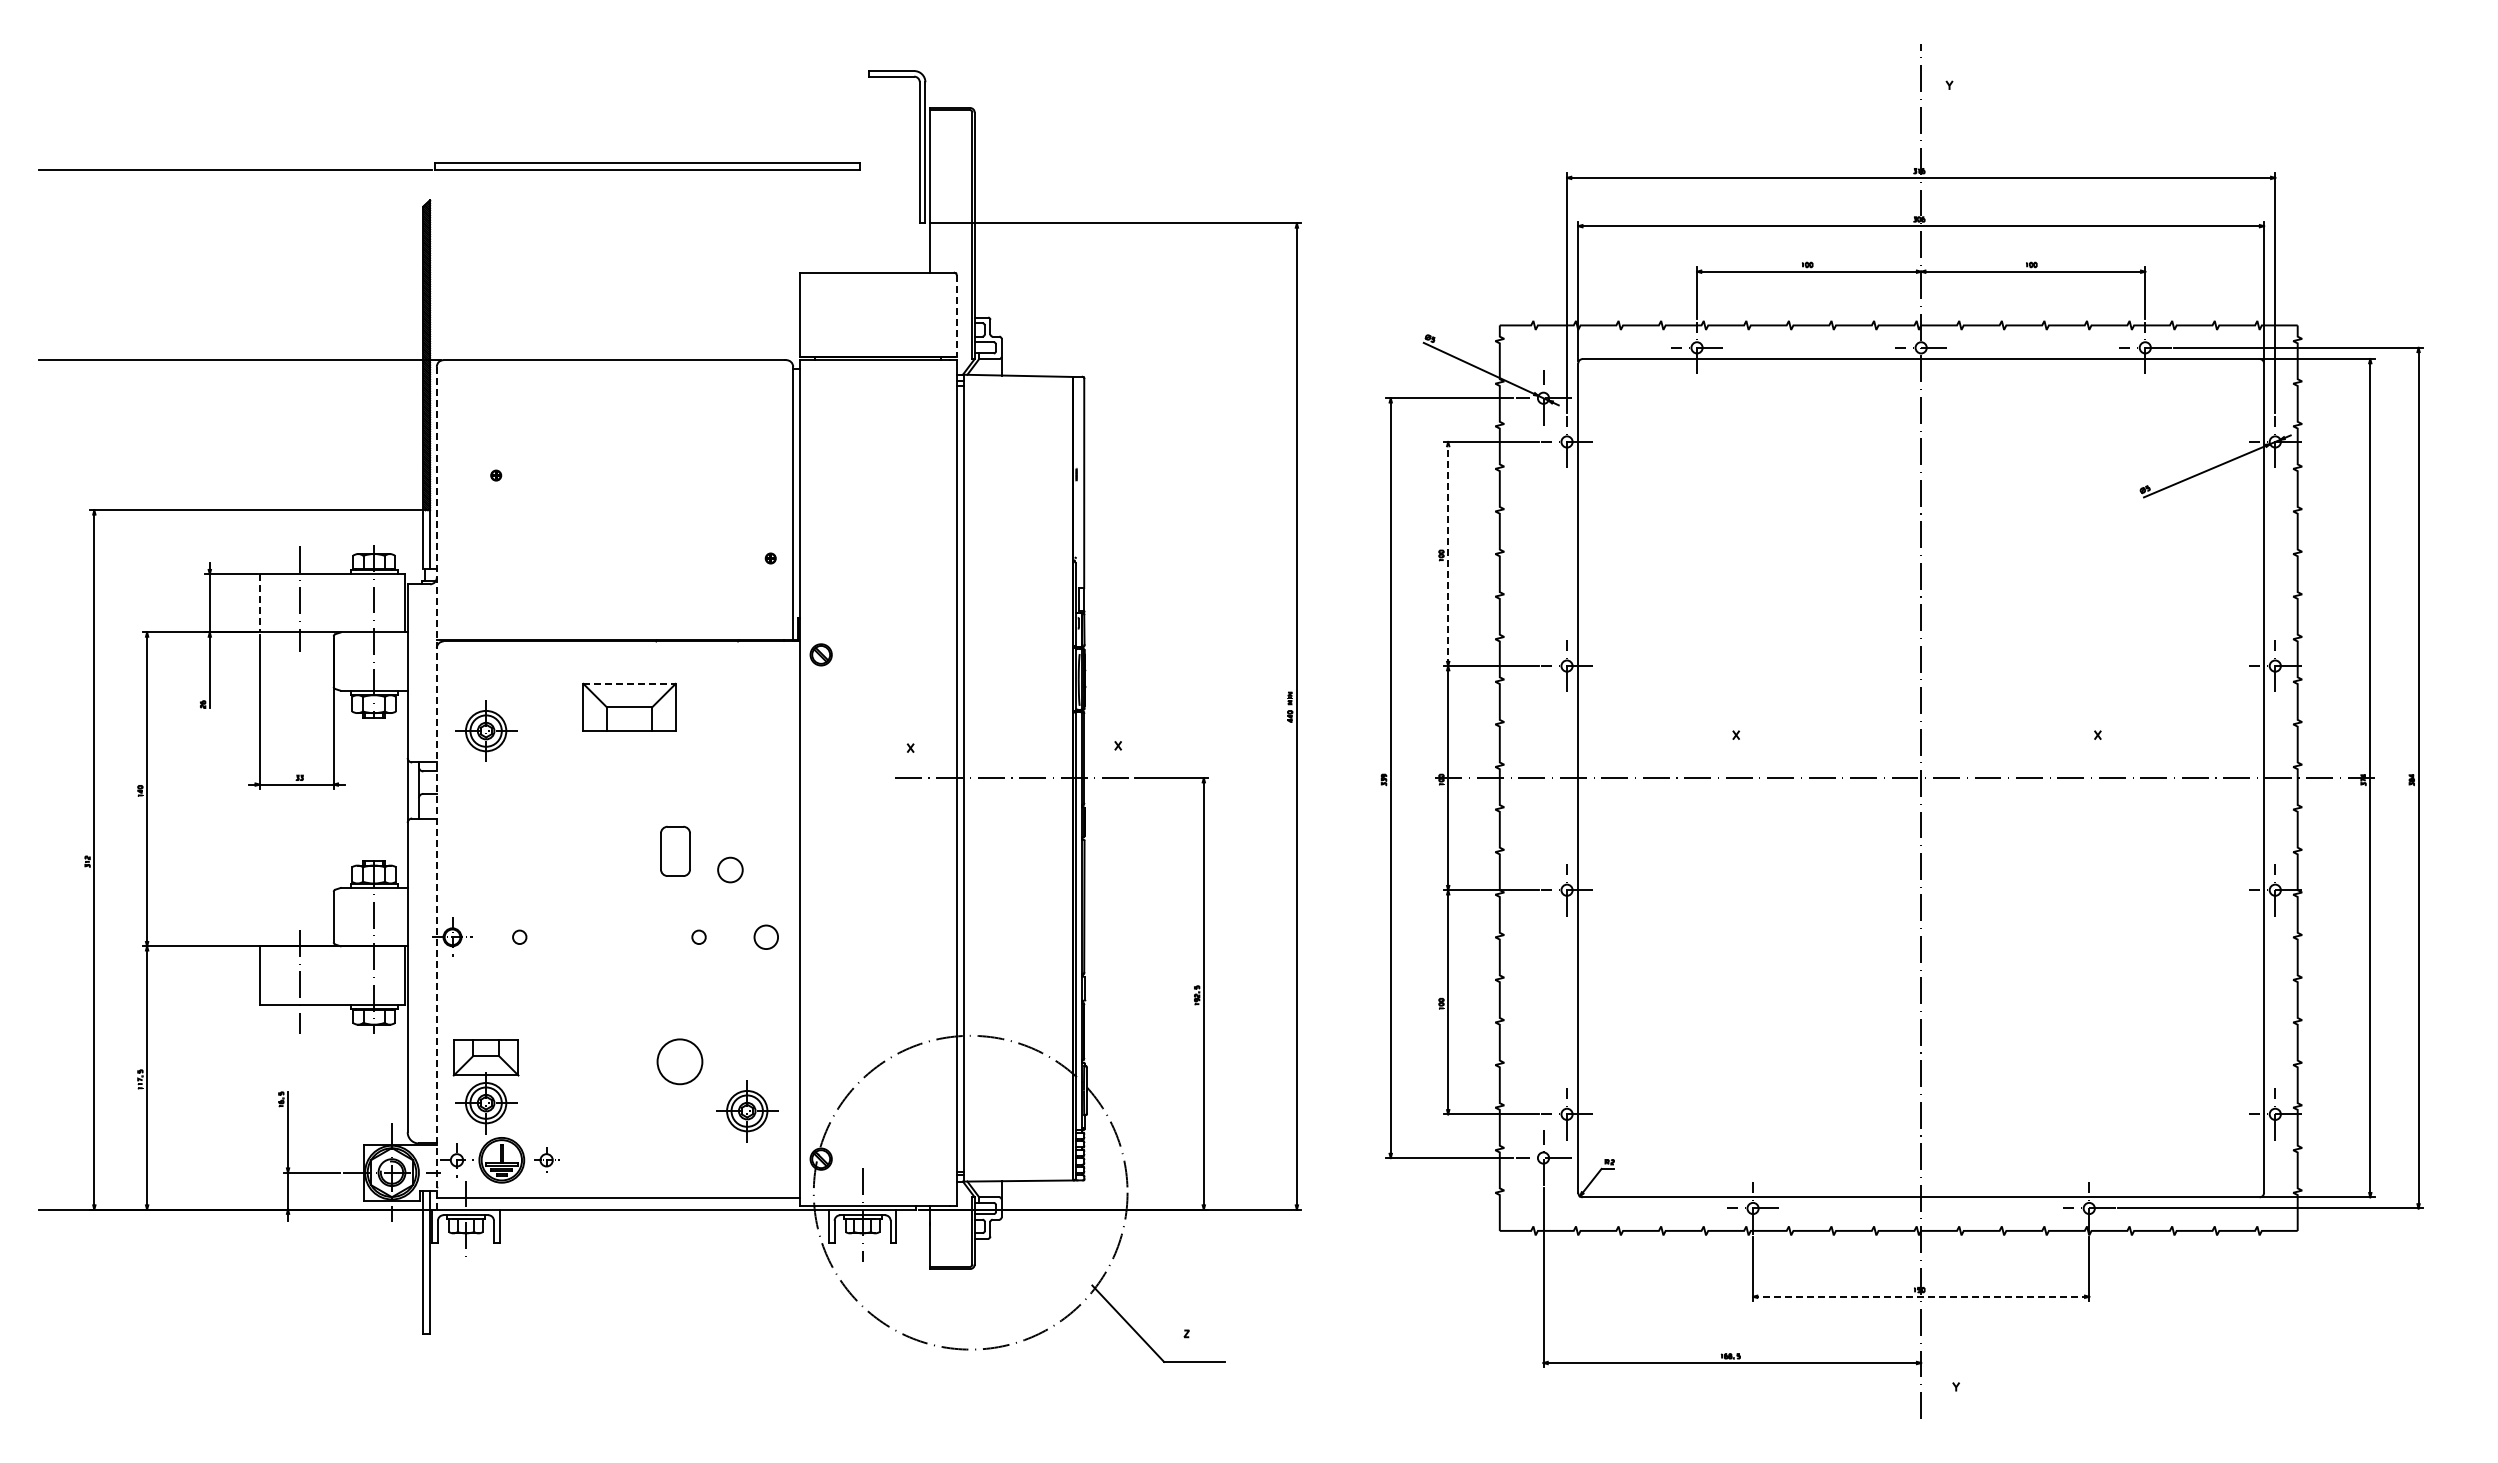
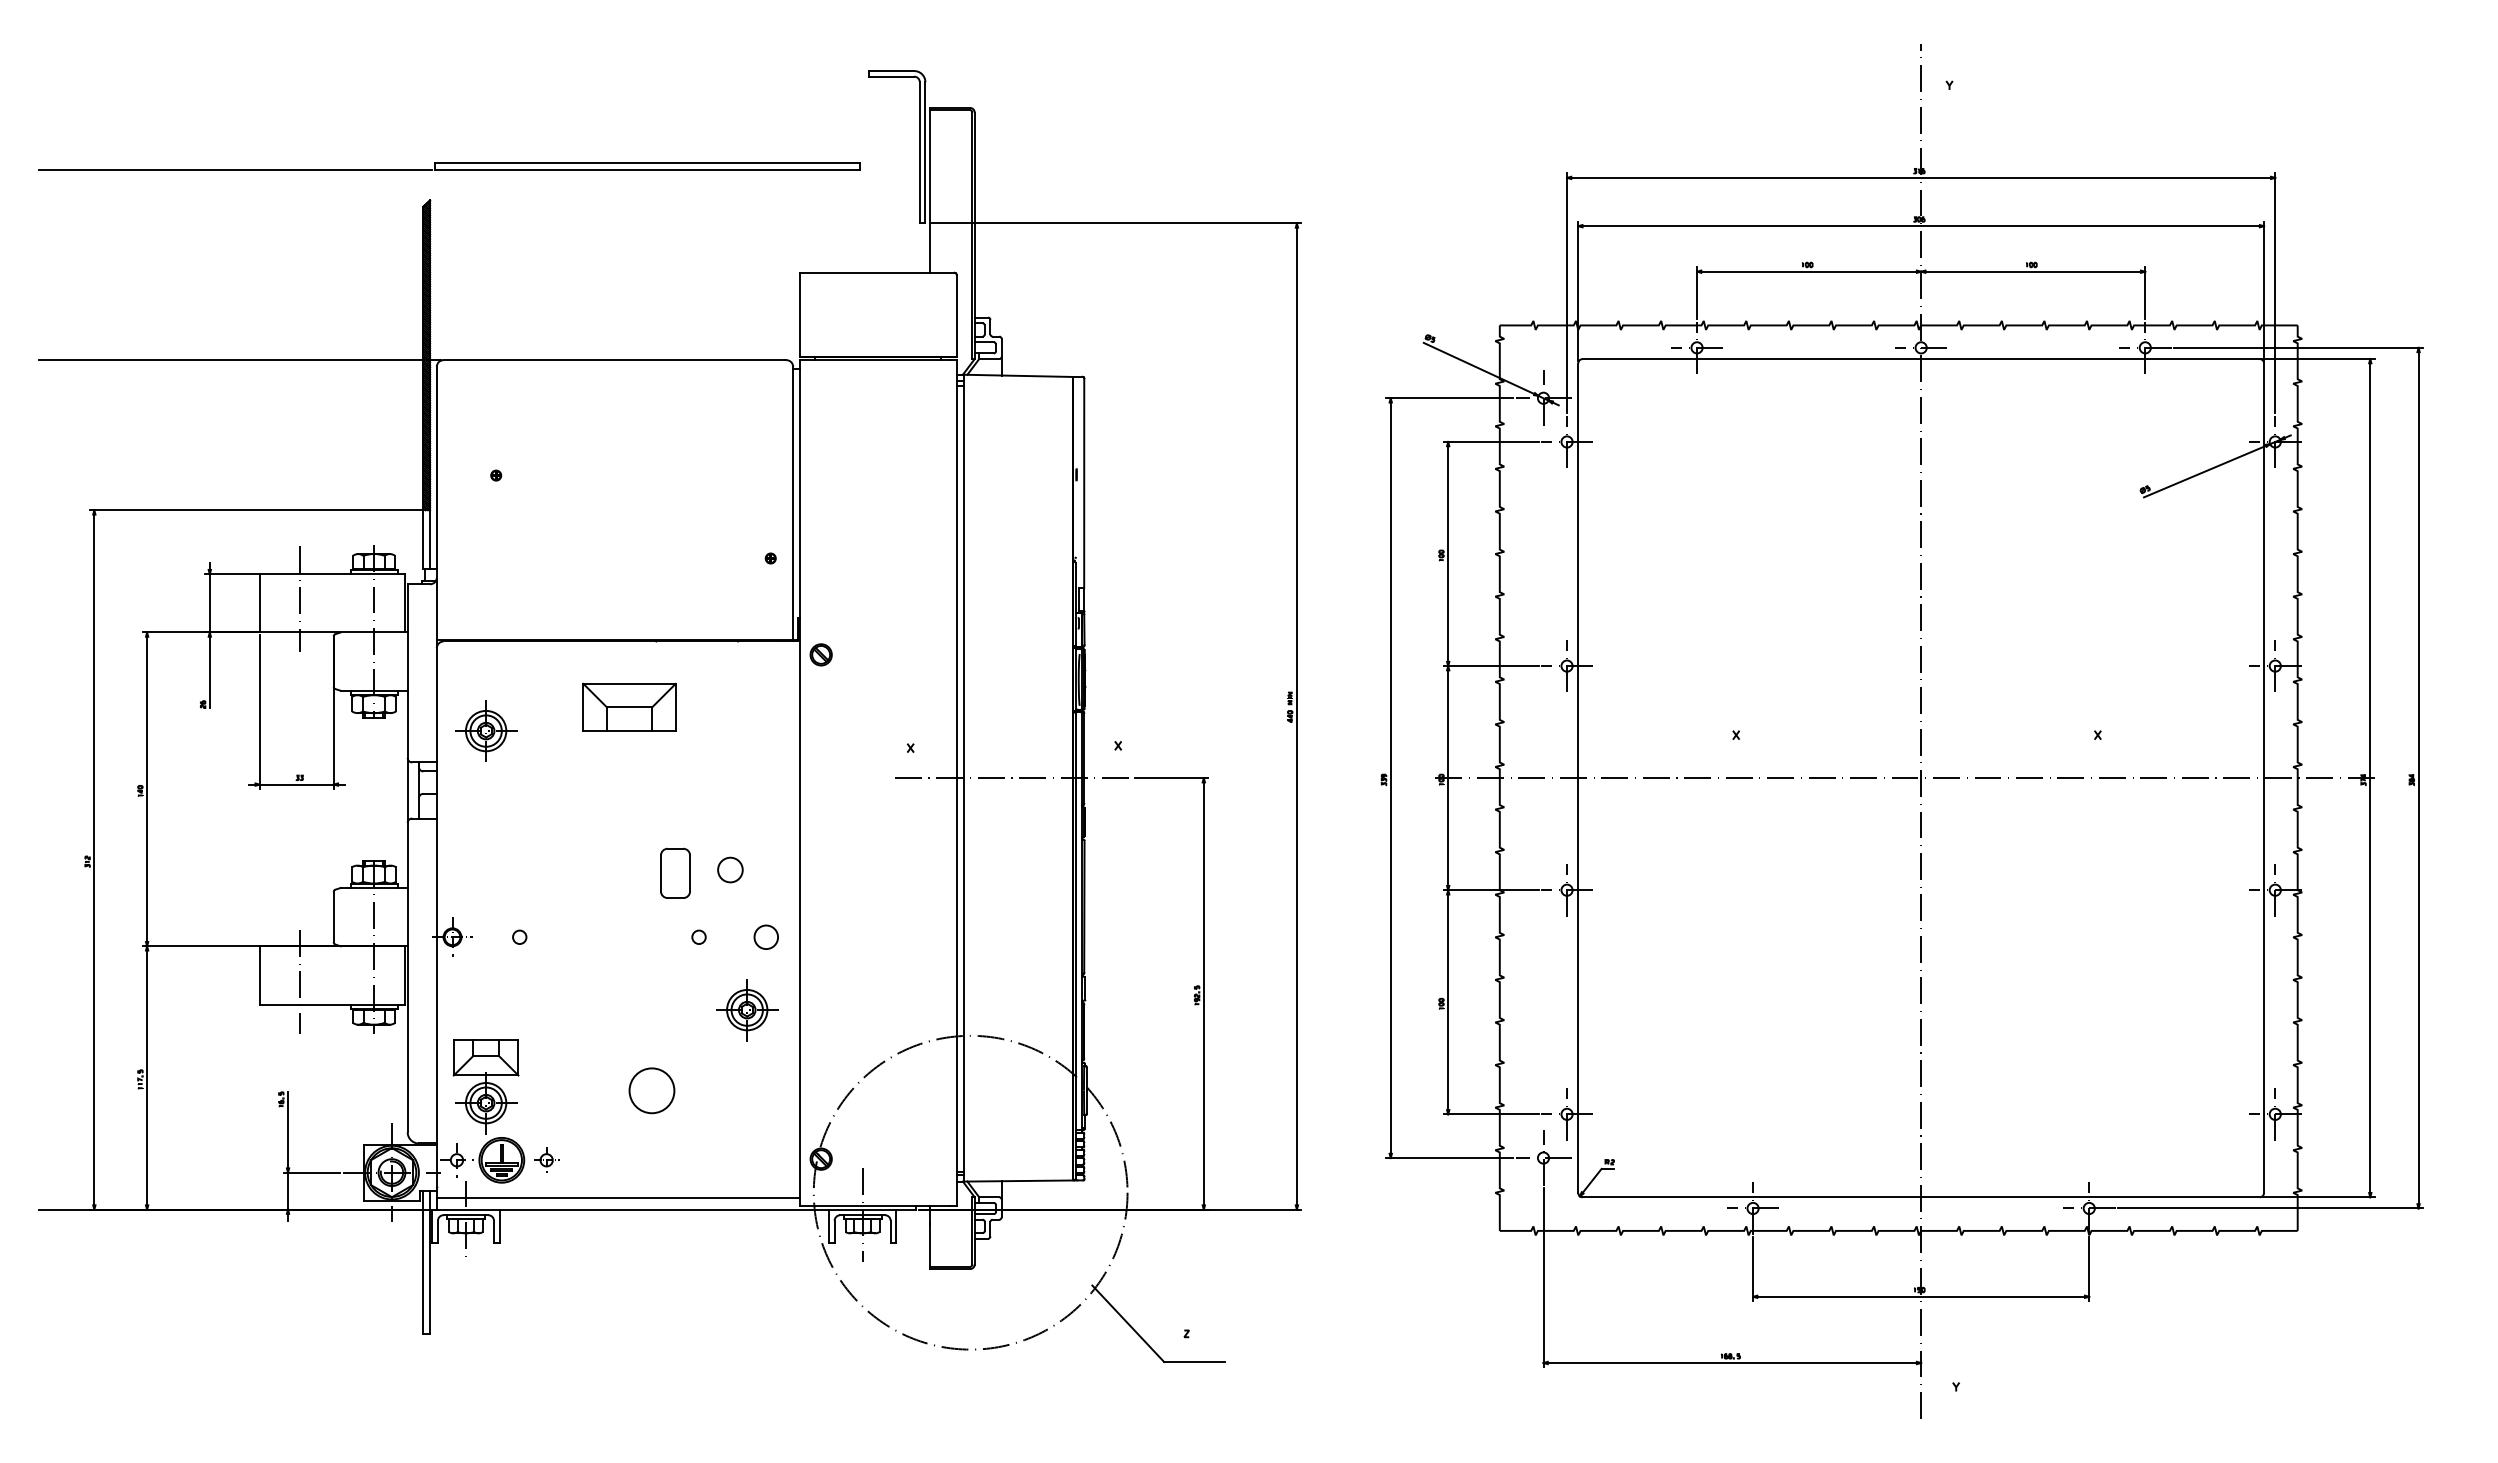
line at (956, 315): dashed -> solid
line at (1448, 553): dashed -> solid
line at (259, 603): dashed -> solid
line at (630, 683): dashed -> solid
line at (436, 788): dashed -> solid
part at (675, 851) position: (675, 851) -> (675, 873)
circle at (679, 1061) position: (679, 1061) -> (651, 1090)
part at (747, 1111) position: (747, 1111) -> (747, 1010)
line at (1920, 1296): dashed -> solid
